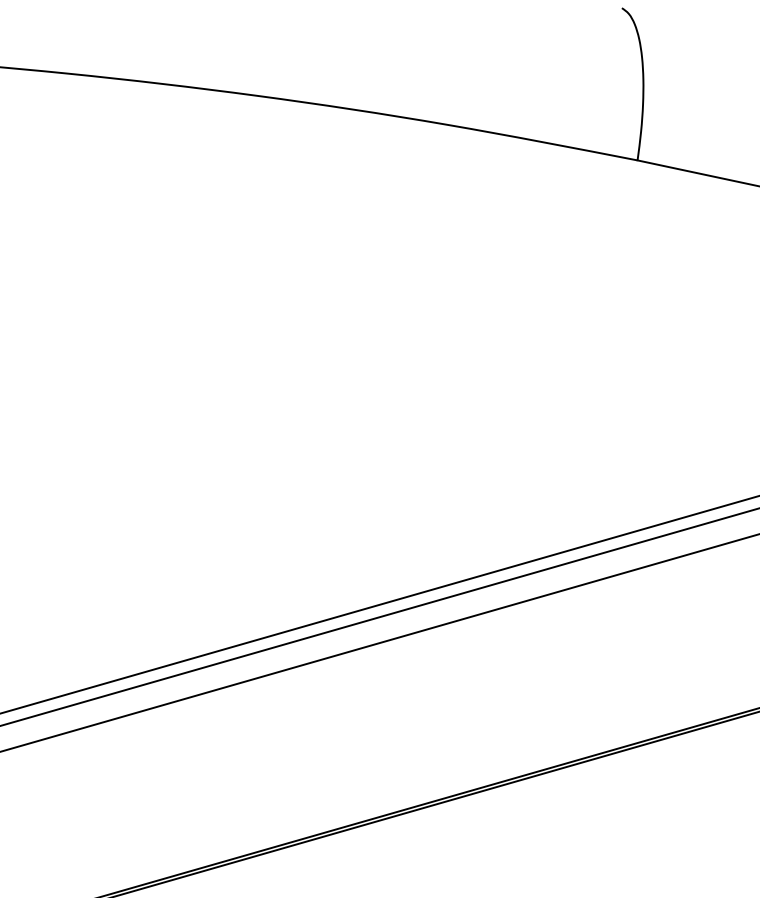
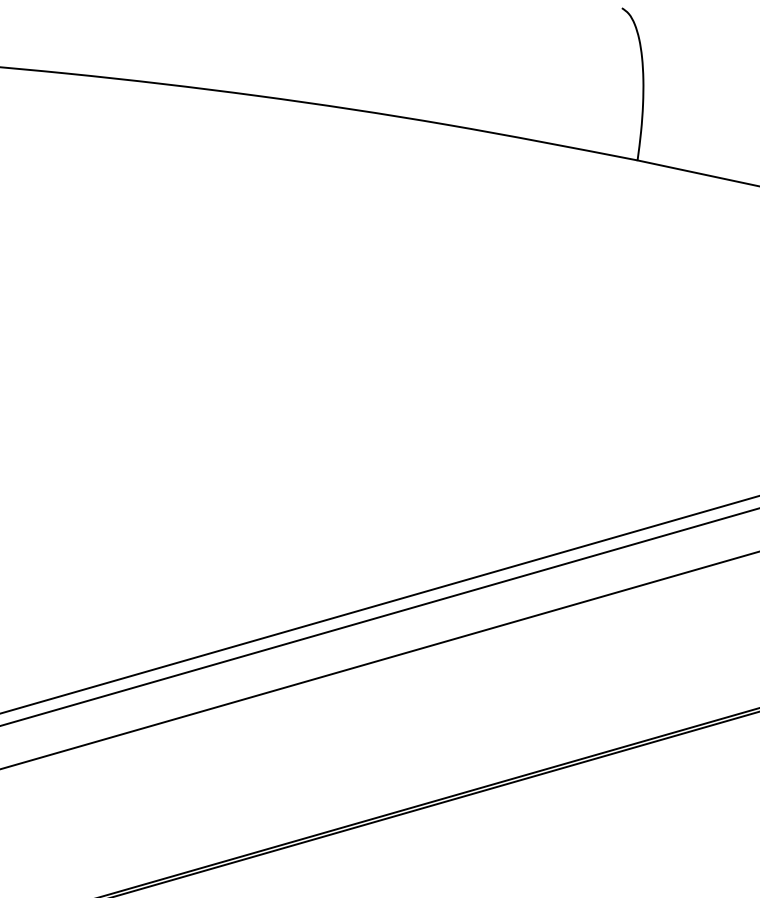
line at (379, 643) position: (379, 643) -> (379, 660)
